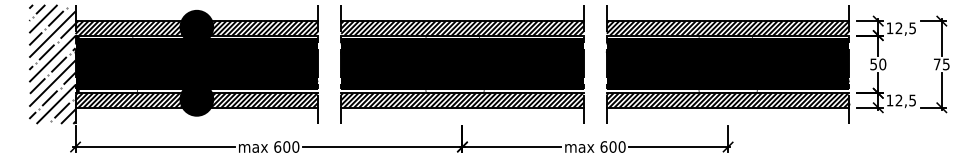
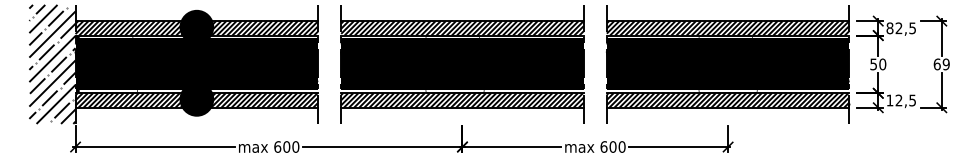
text at (889, 28): 12,5 -> 82,5
text at (941, 64): 75 -> 69
